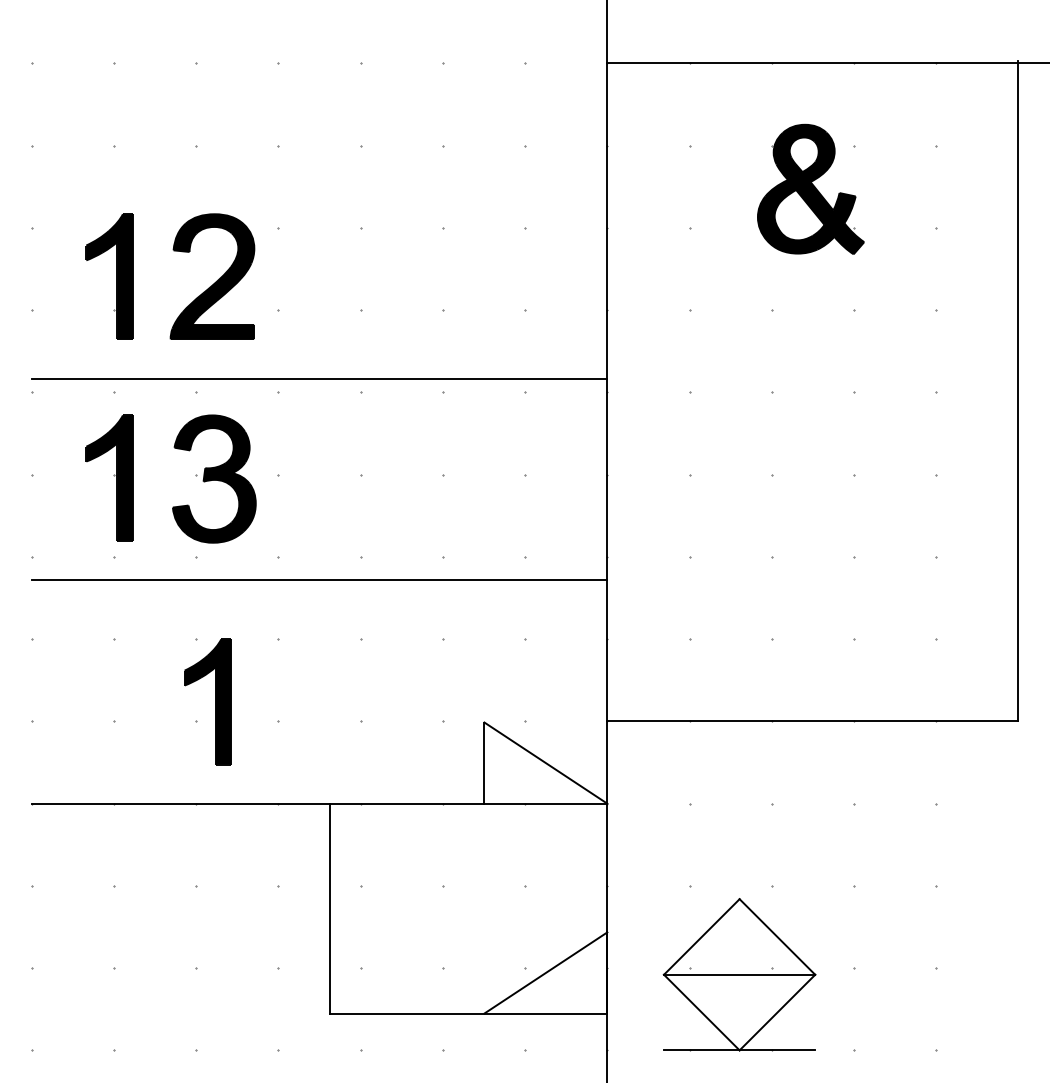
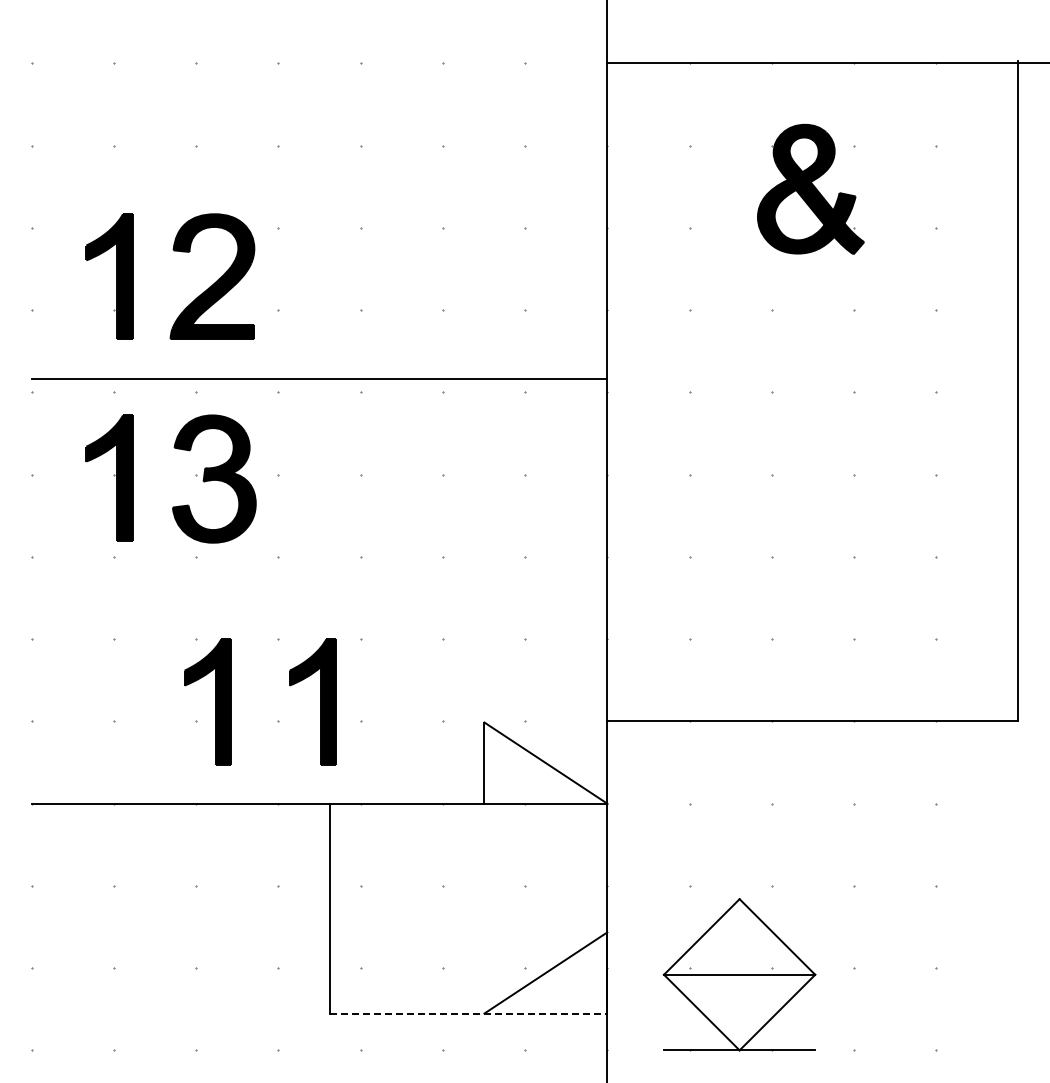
line at (319, 579): present -> none
part at (320, 701): none -> present
line at (468, 1013): solid -> dashed
